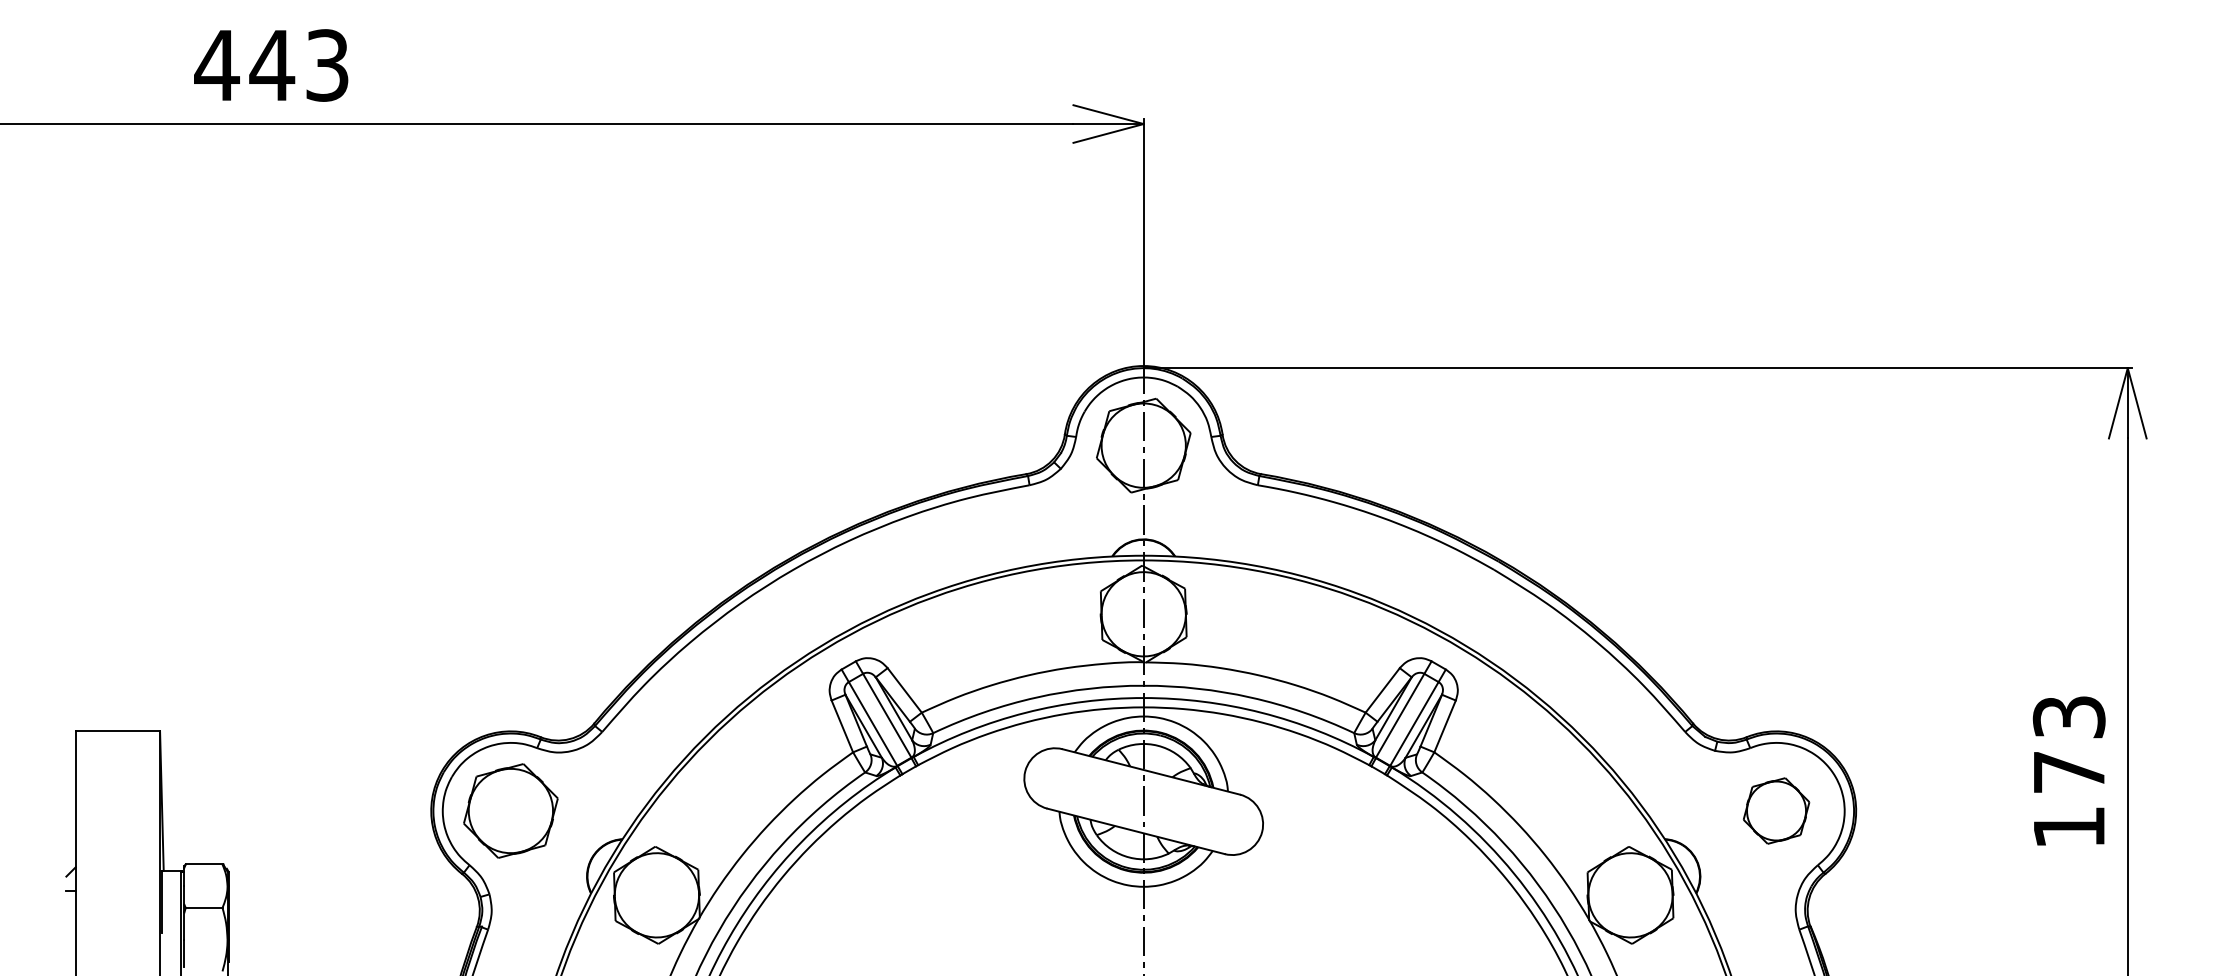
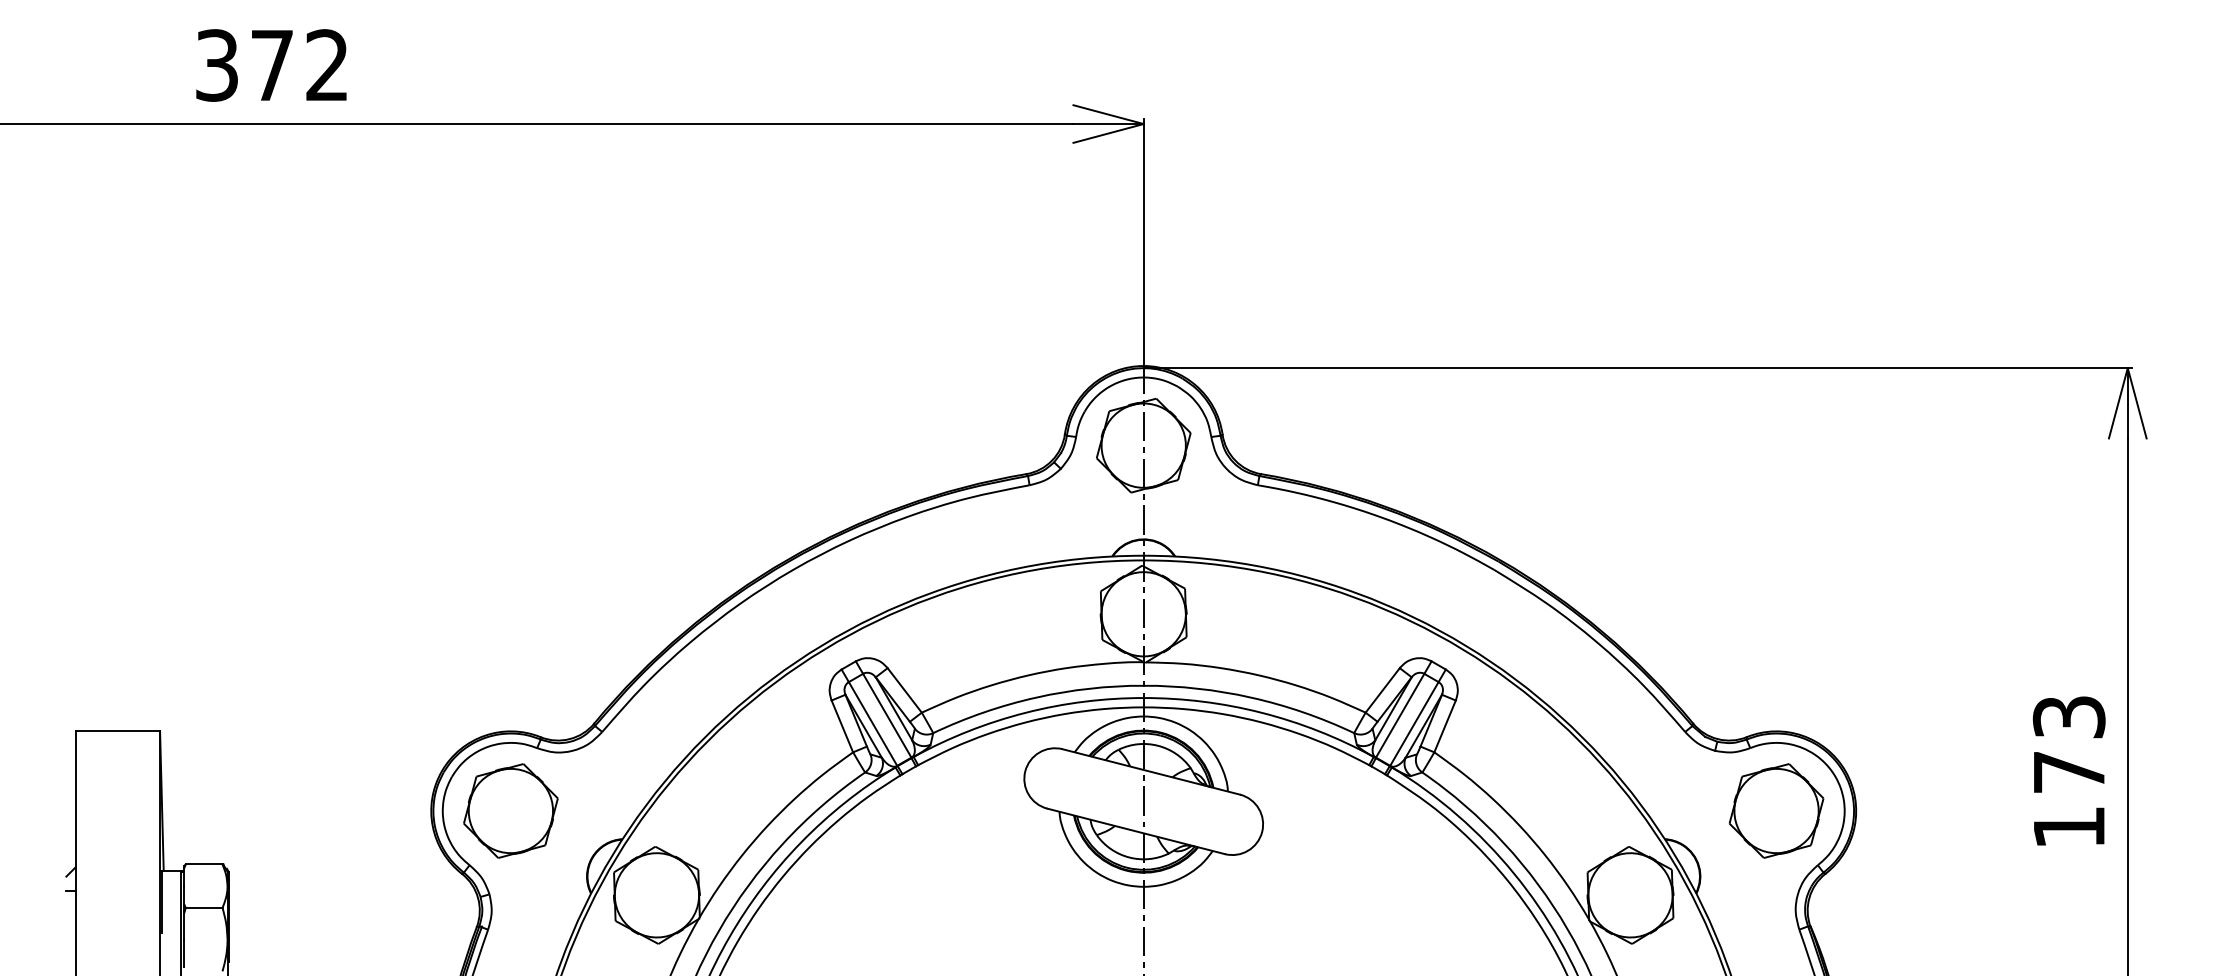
text at (271, 65): 443 -> 372
part at (1776, 810) size: 69x68 px -> 97x96 px
